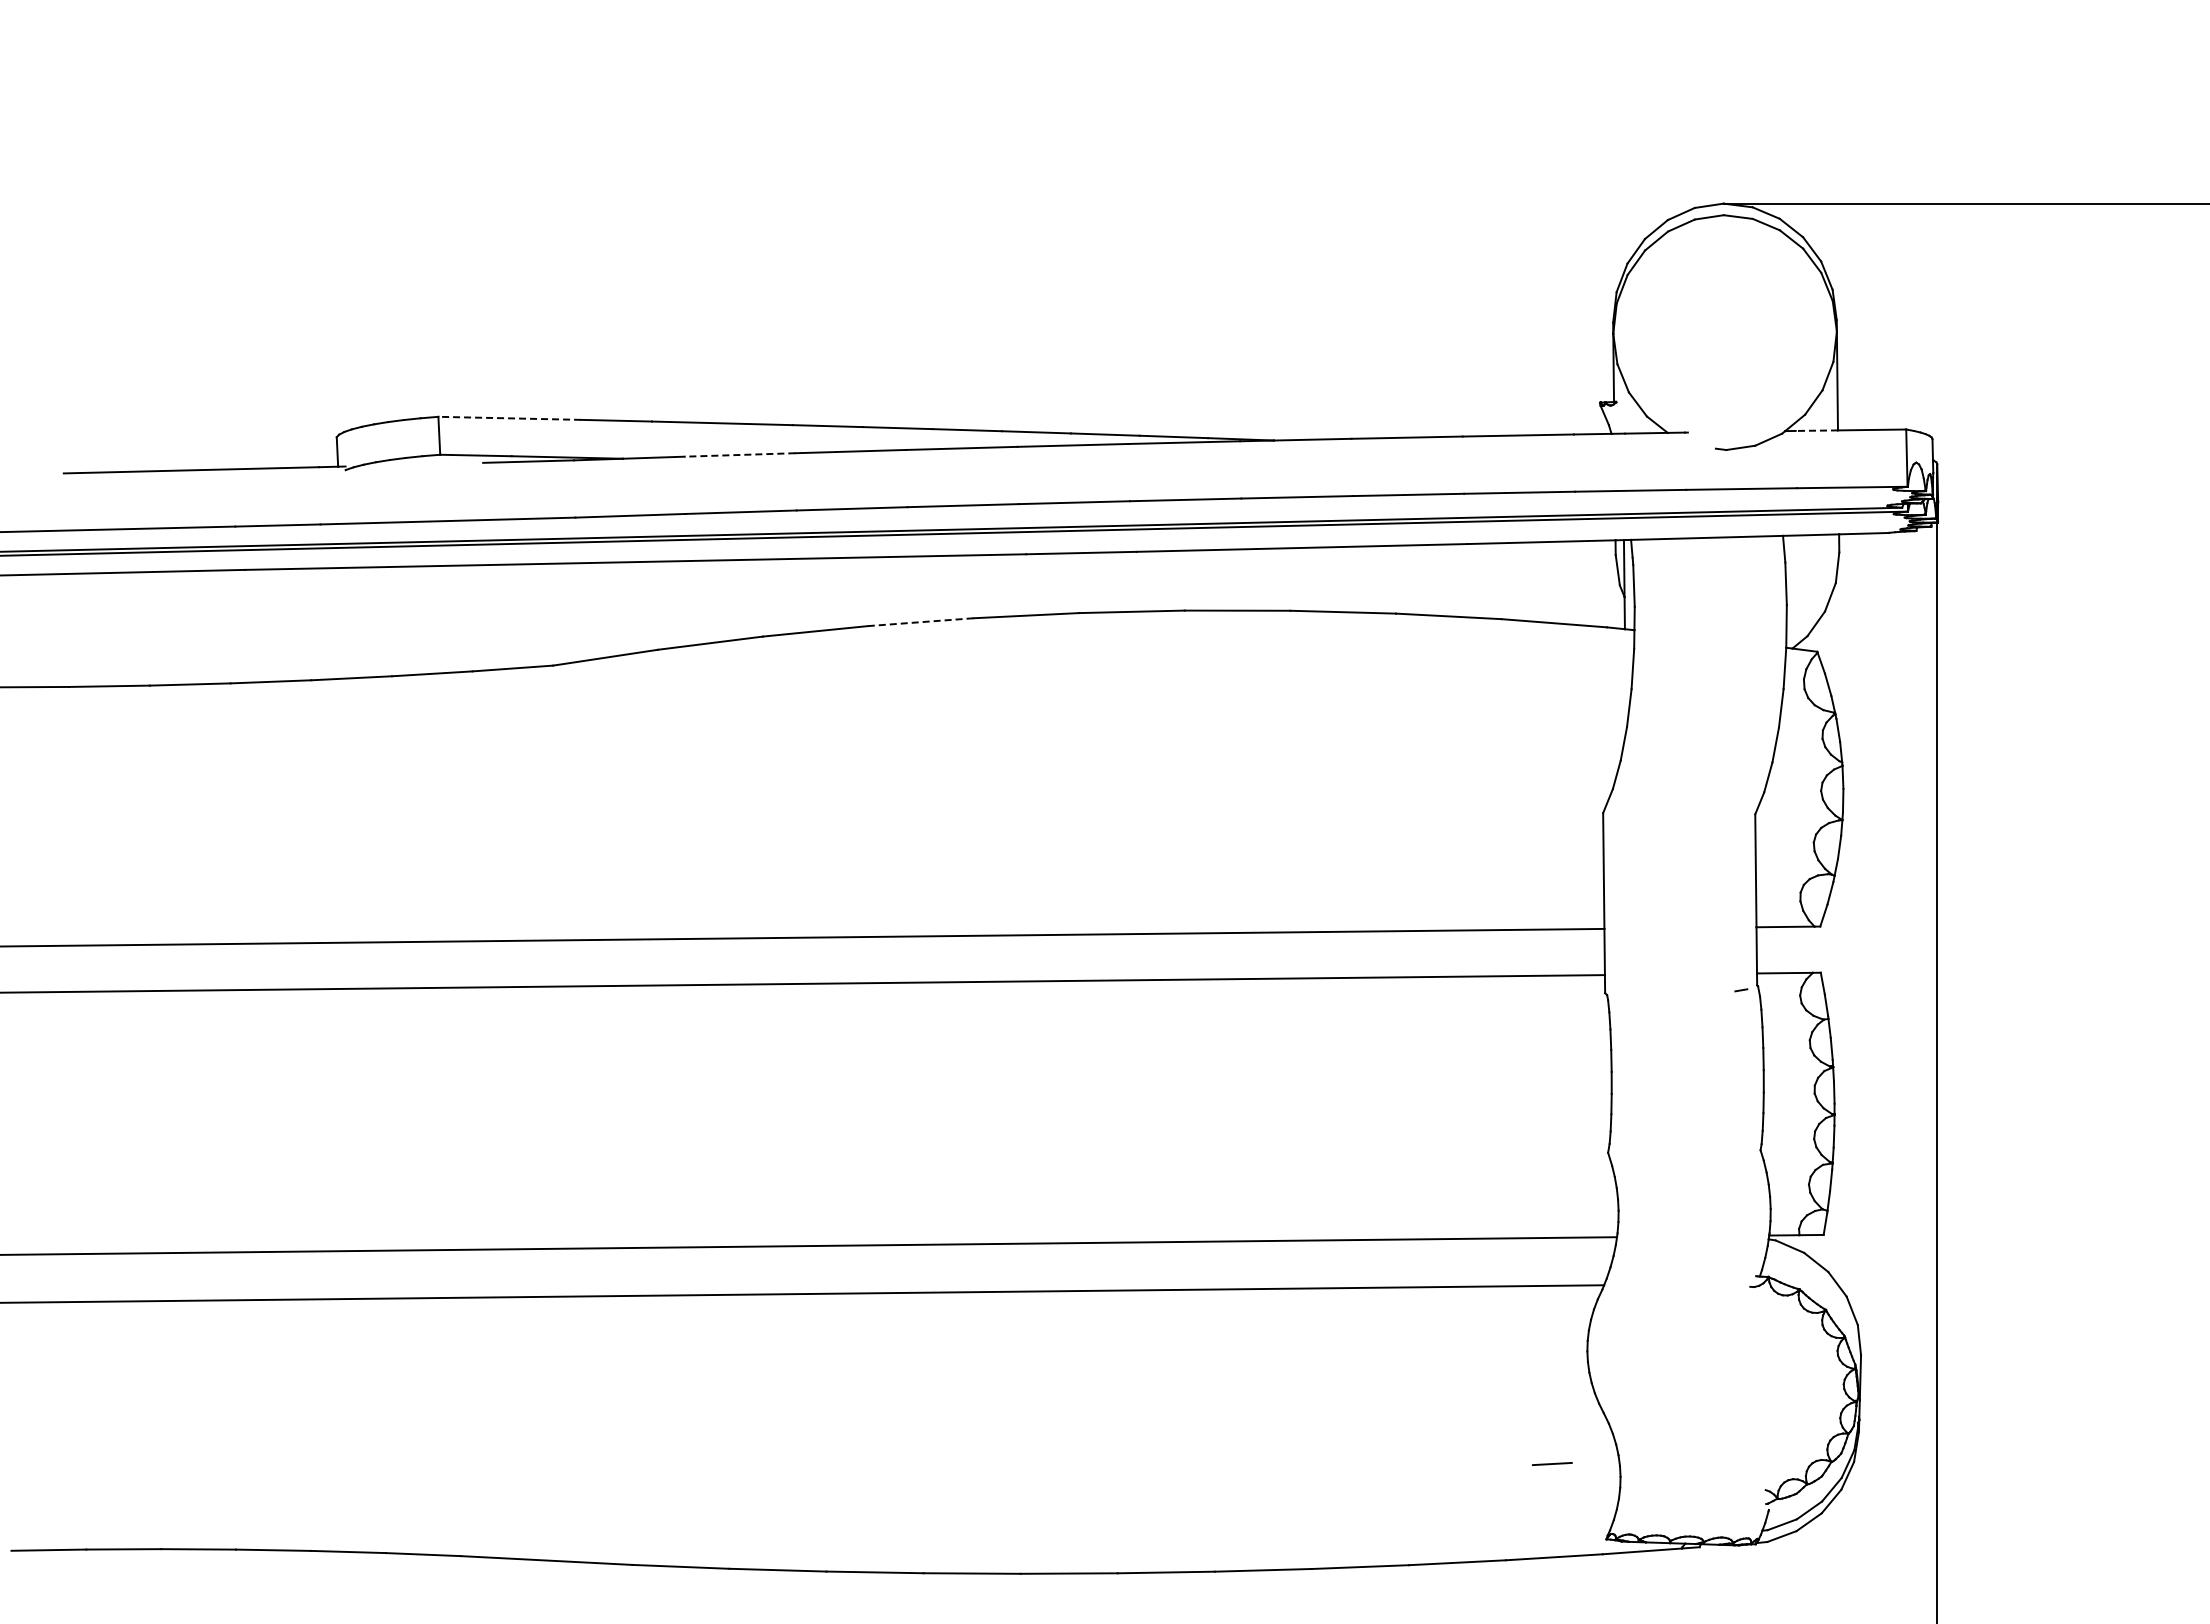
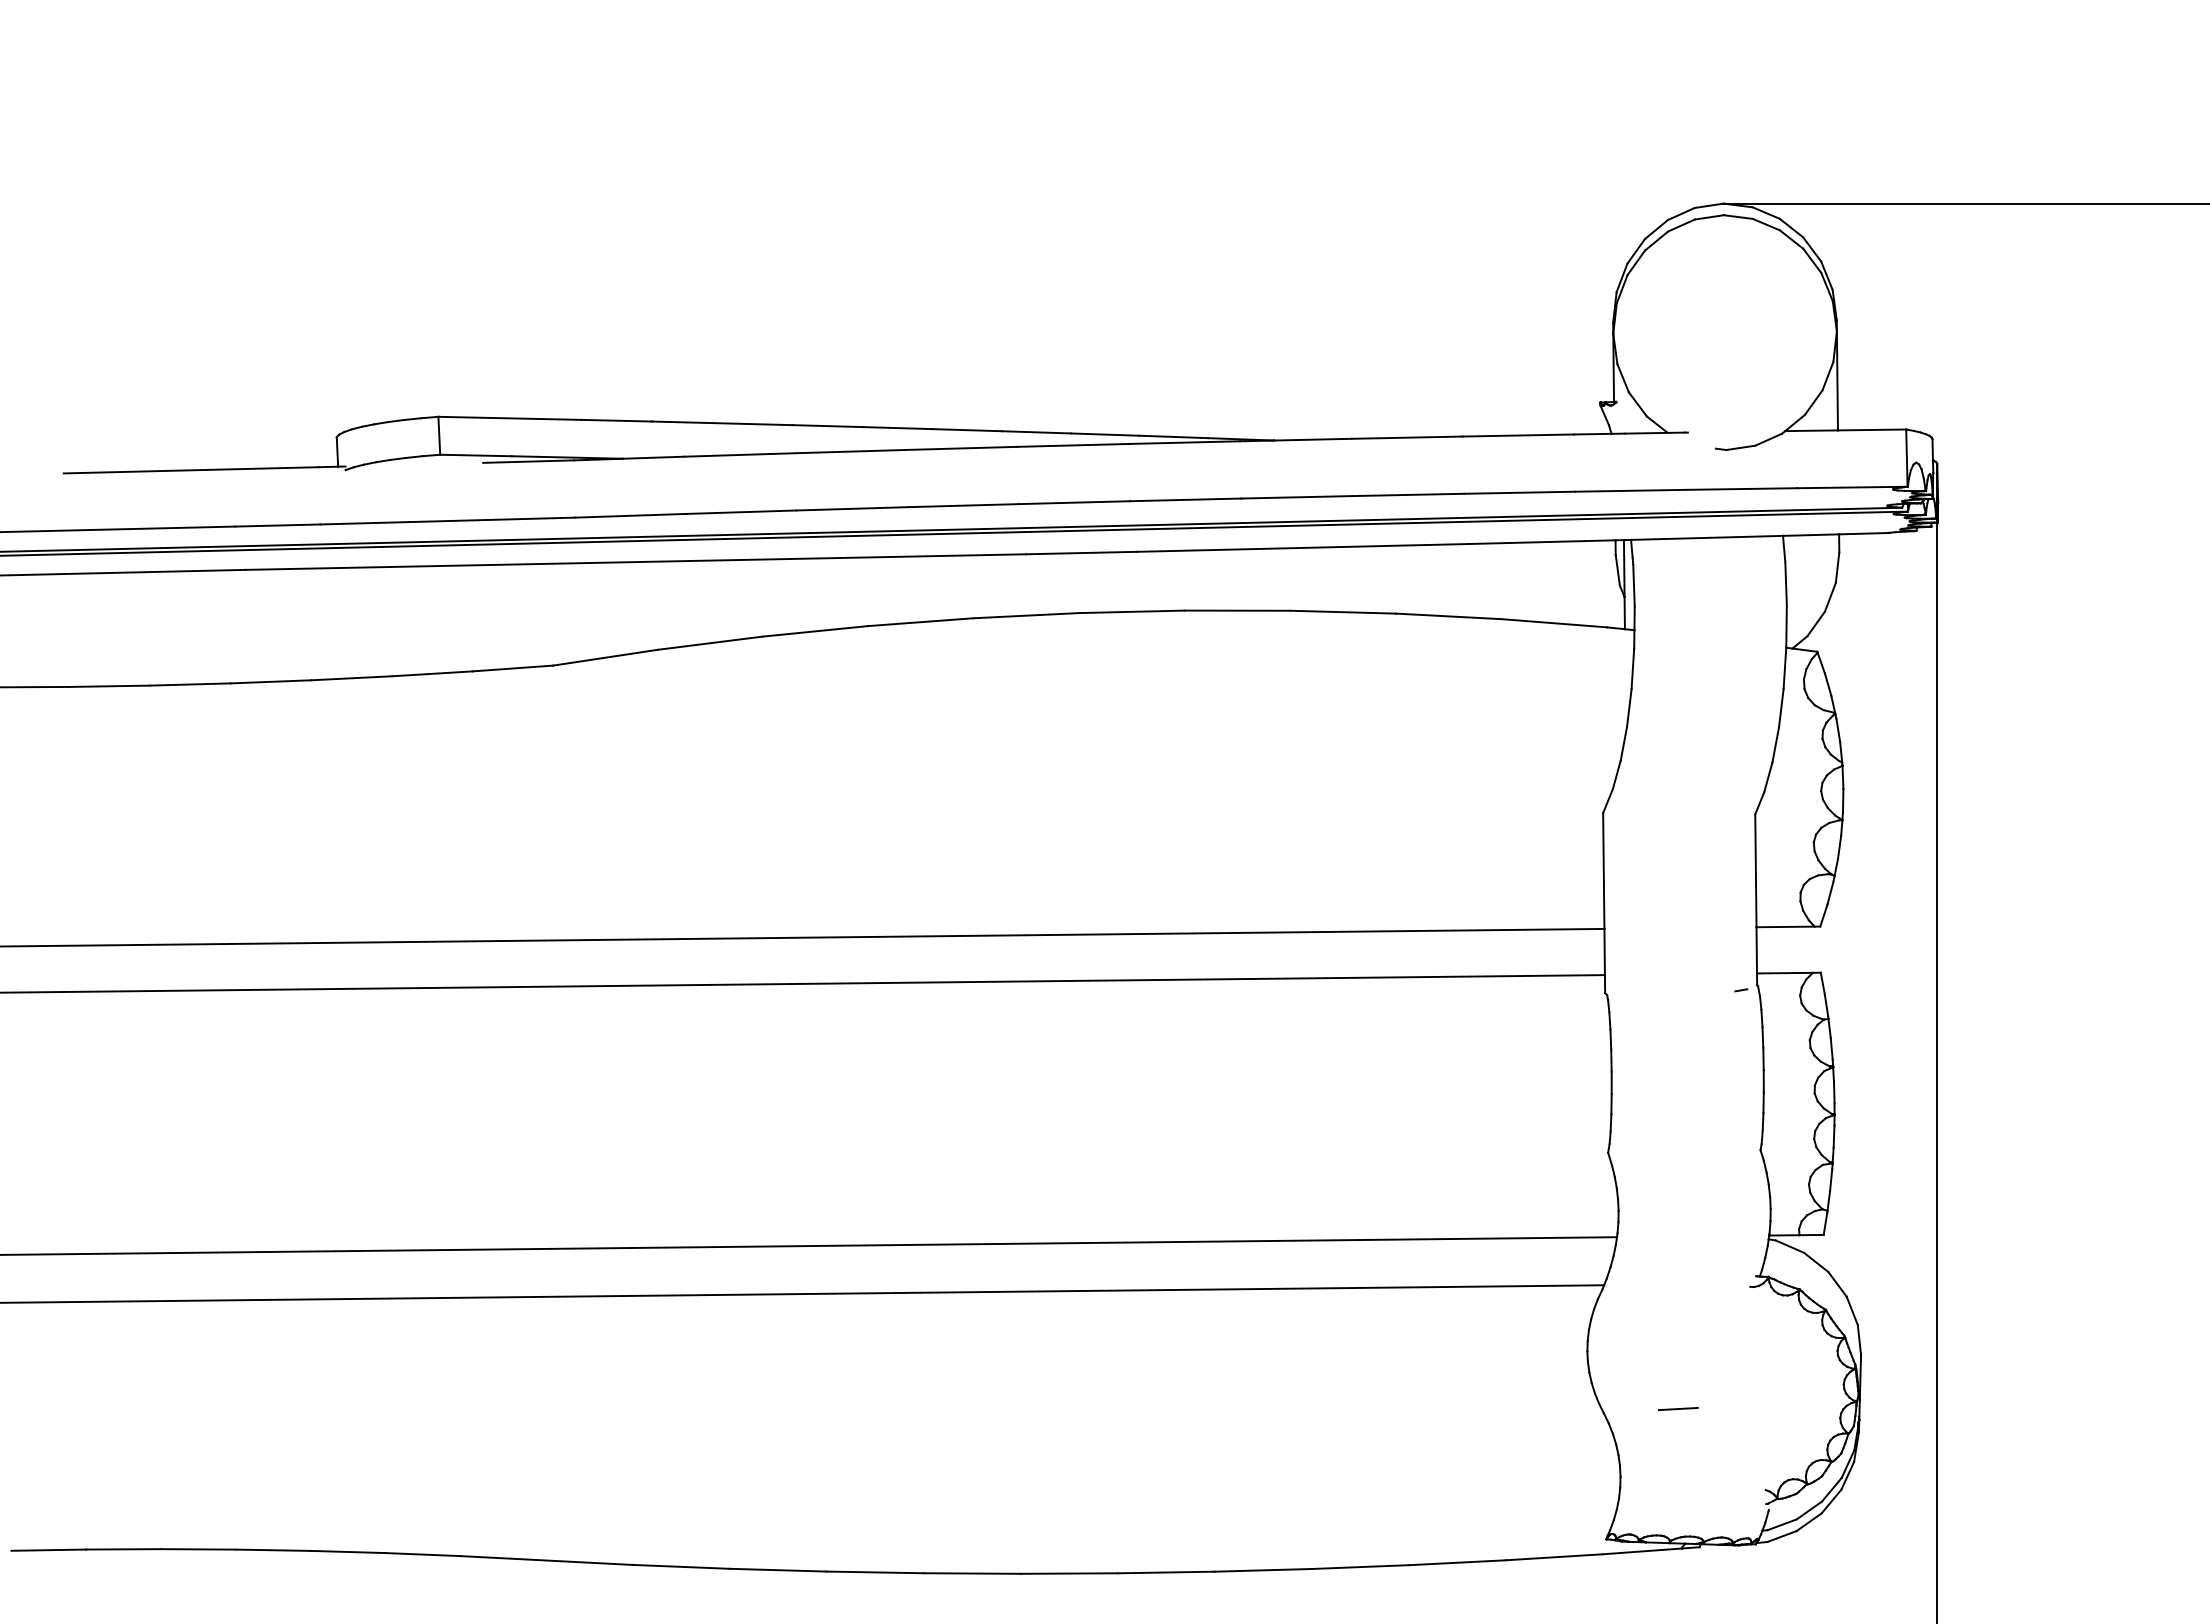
line at (509, 418): dashed -> solid
line at (1816, 430): dashed -> solid
line at (739, 454): dashed -> solid
line at (920, 622): dashed -> solid
line at (1552, 1463) position: (1552, 1463) -> (1678, 1408)
